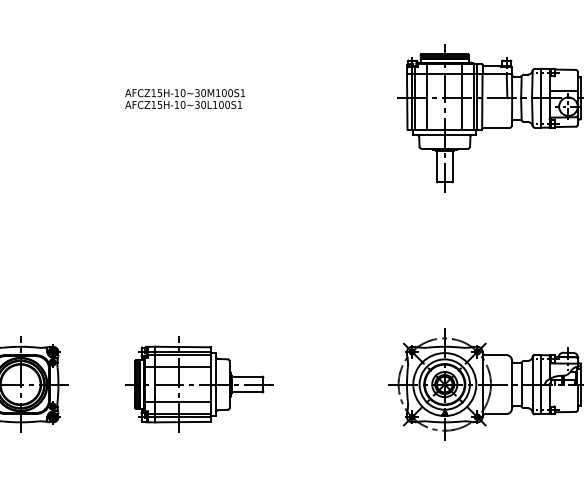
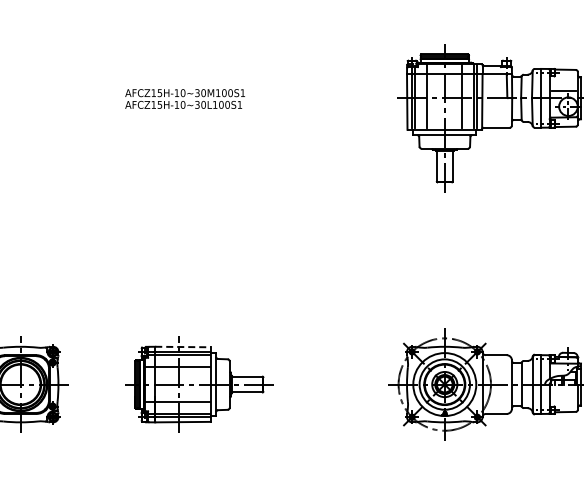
line at (183, 347): solid -> dashed
